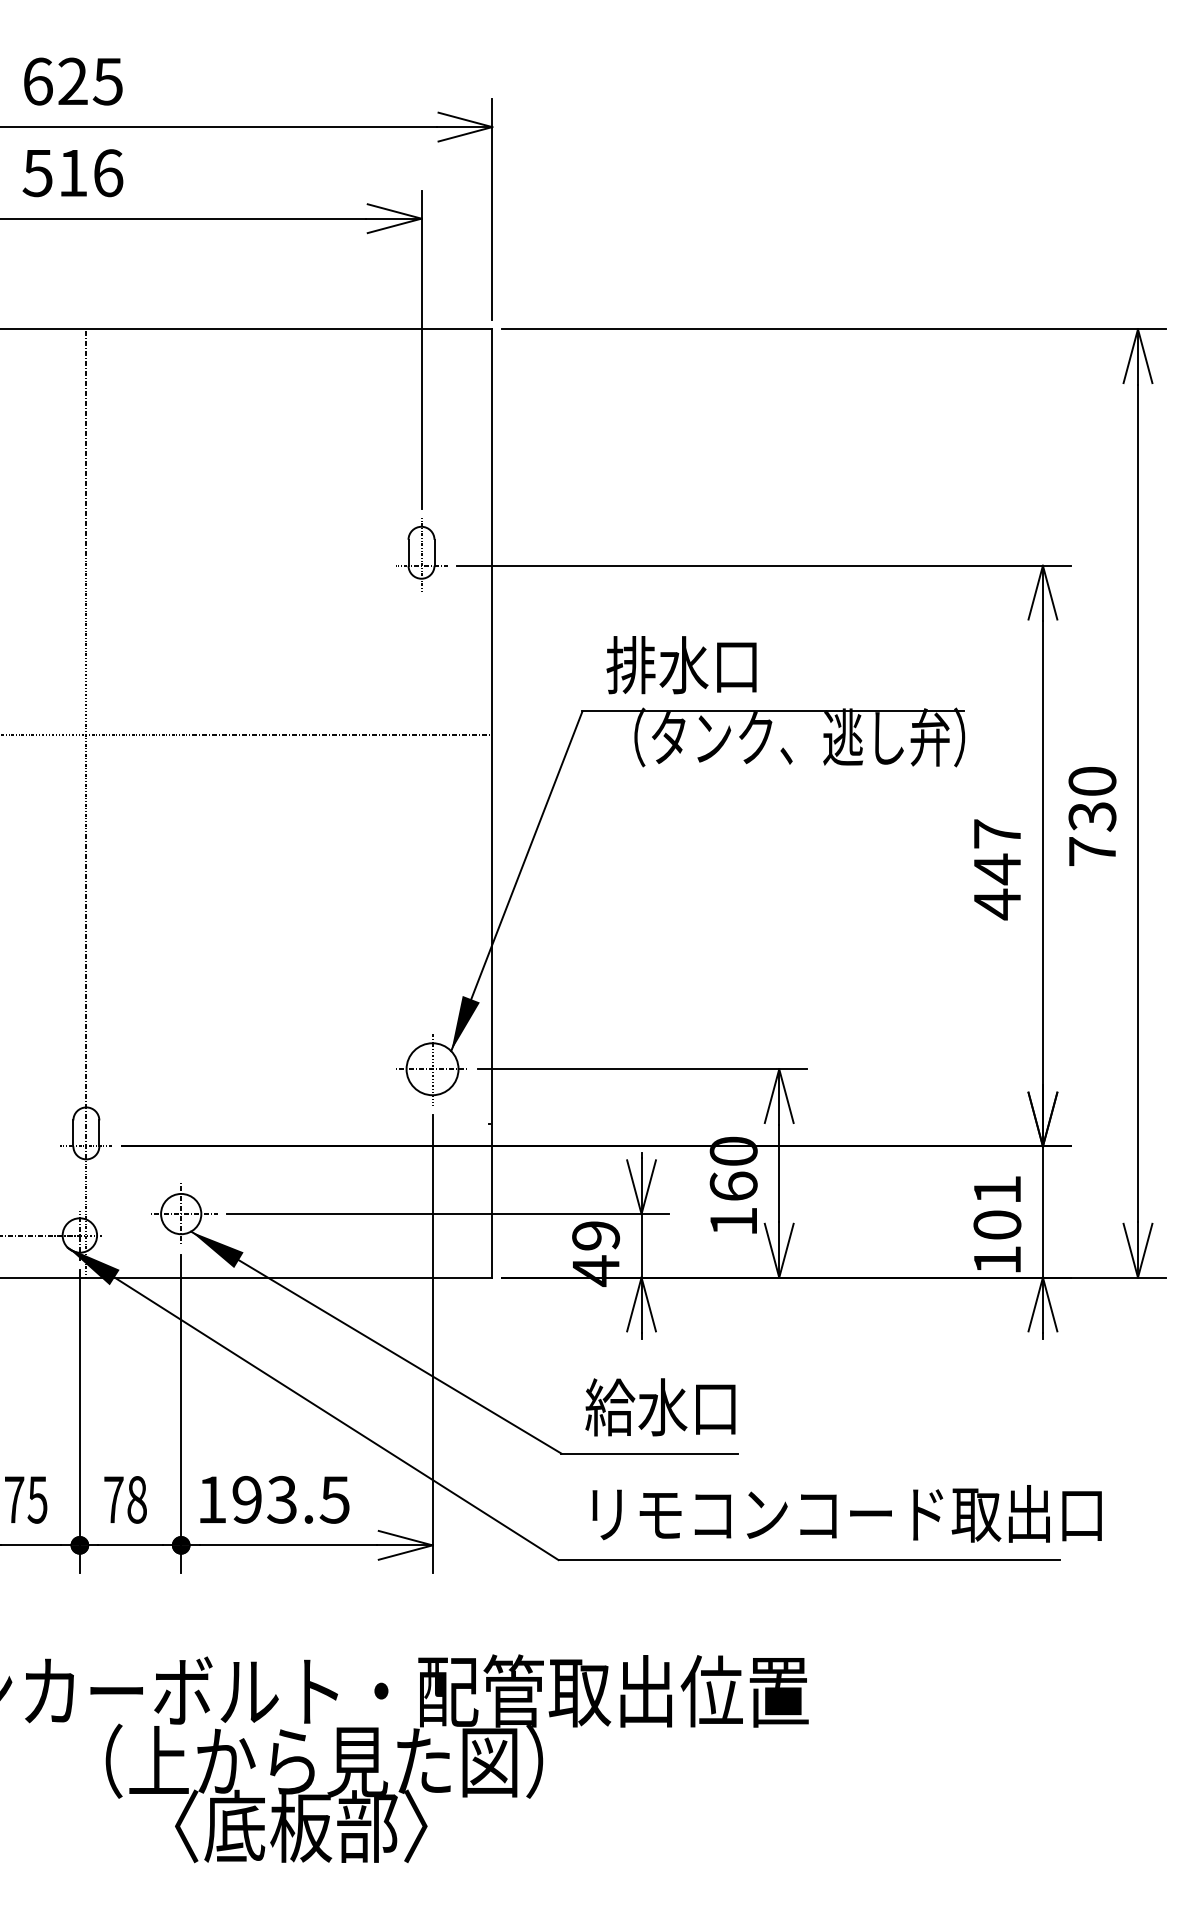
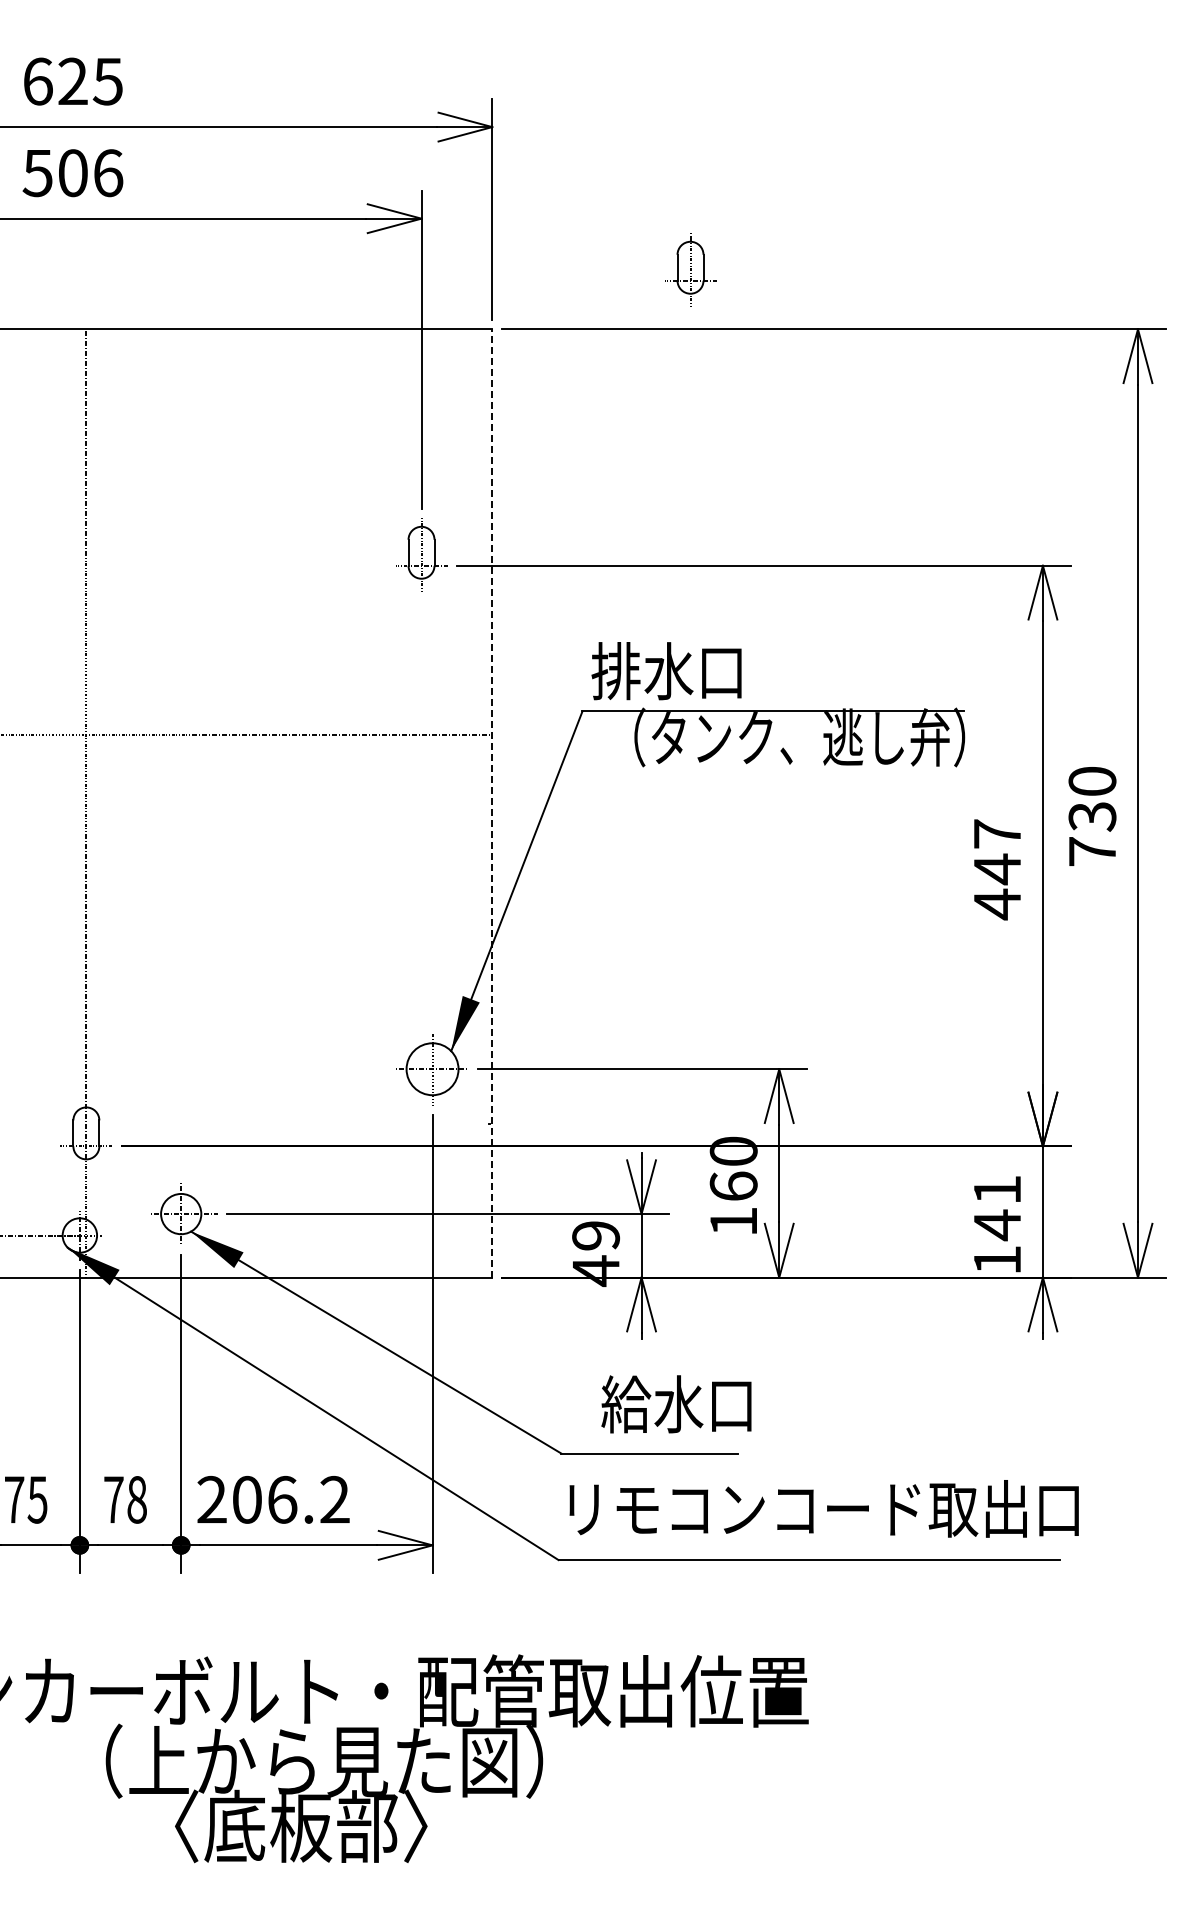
text at (73, 173): 516 -> 506
part at (690, 269): none -> present
text at (681, 665) position: (681, 665) -> (666, 671)
line at (492, 802): solid -> dashed
text at (997, 1225): 101 -> 141
text at (660, 1407) position: (660, 1407) -> (676, 1404)
text at (273, 1499): 193.5 -> 206.2
text at (846, 1513) position: (846, 1513) -> (823, 1508)
